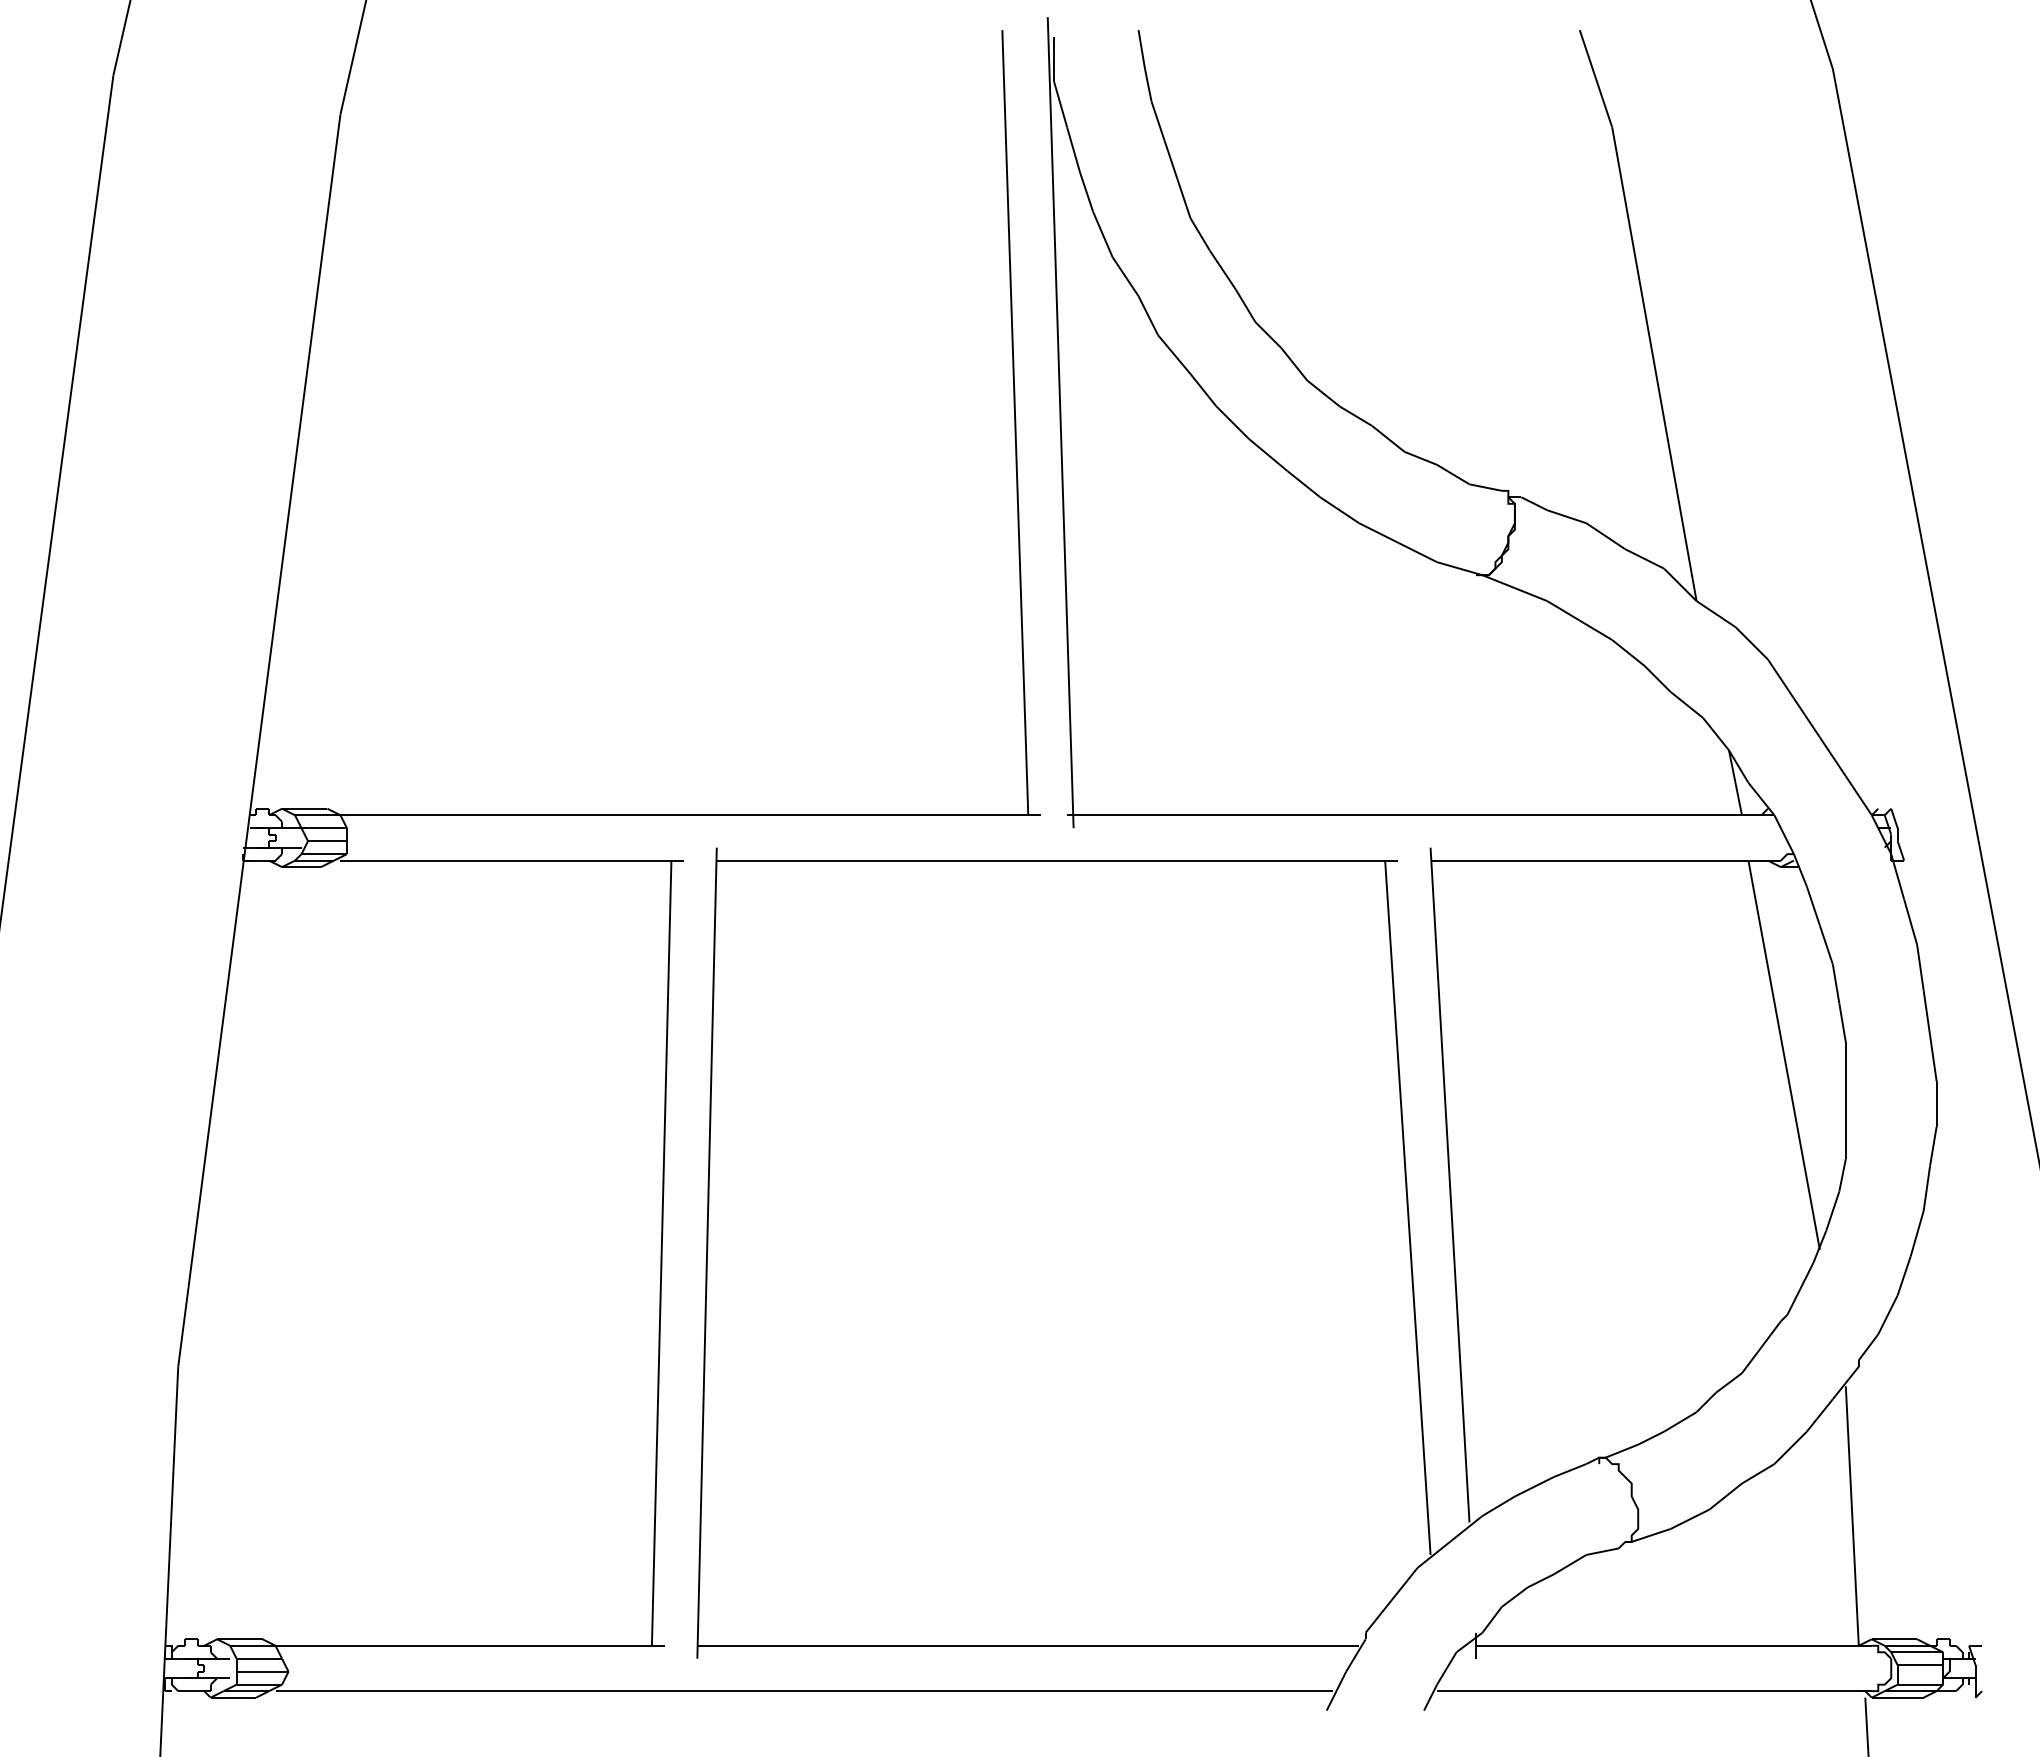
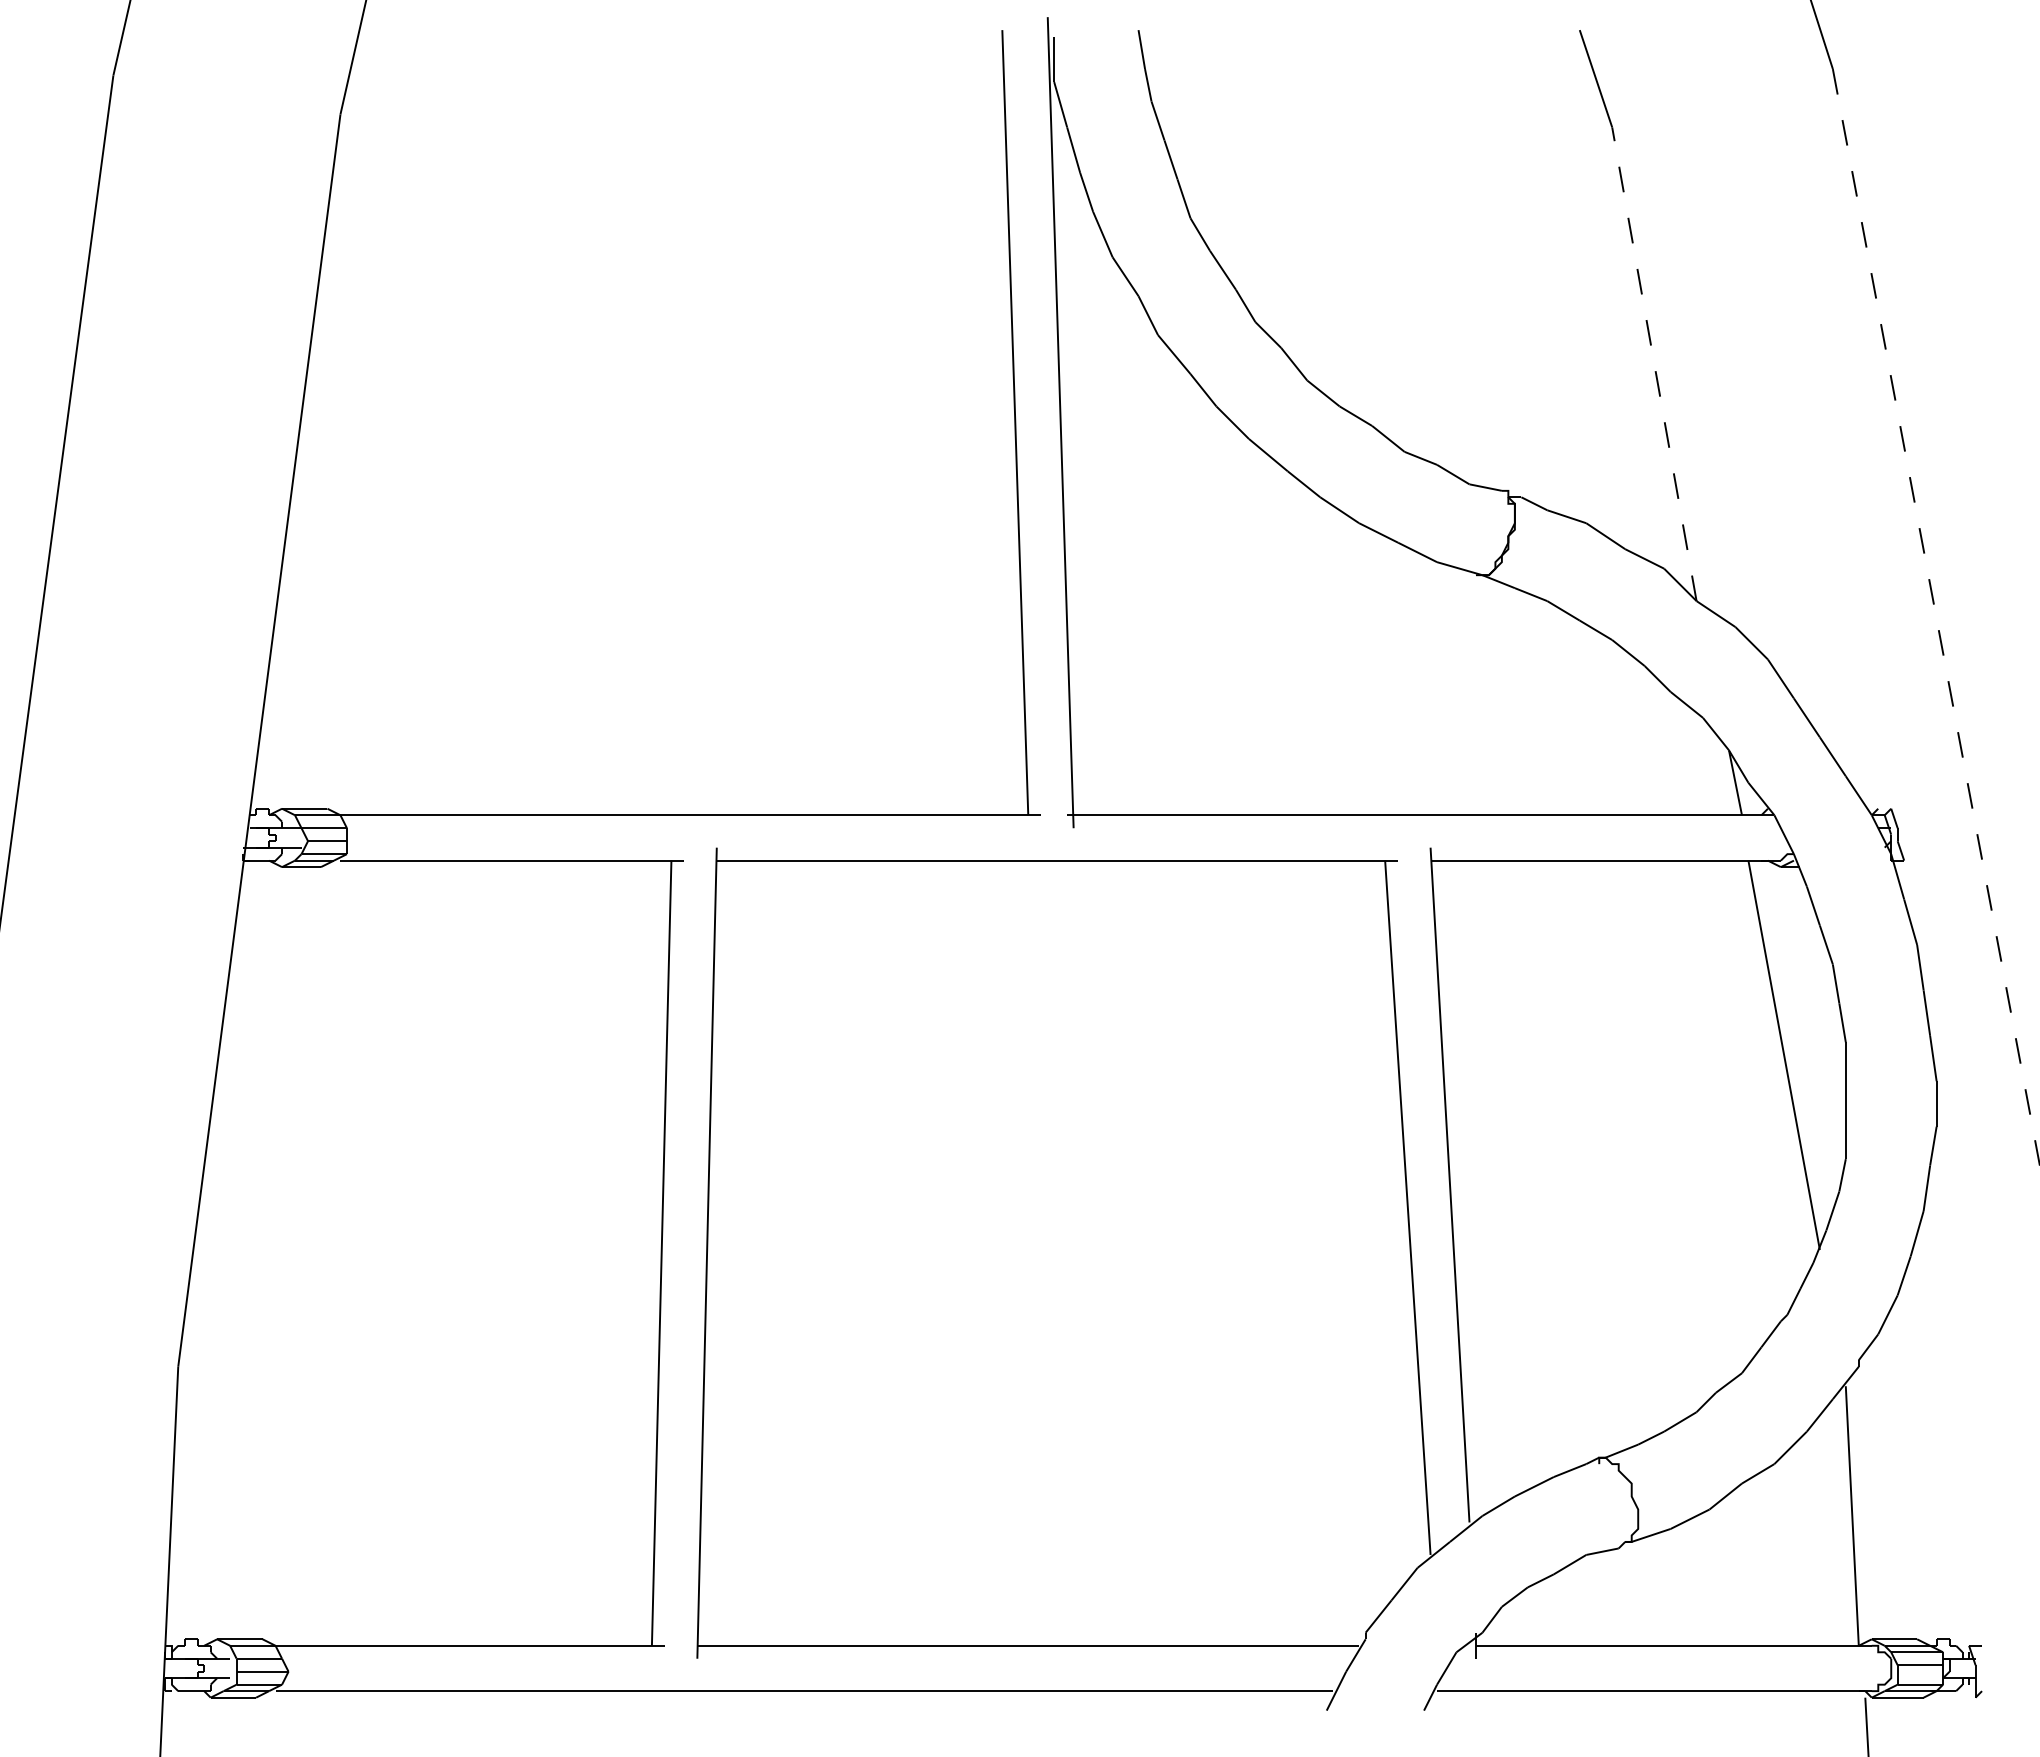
line at (1654, 364): solid -> dashed
line at (1936, 618): solid -> dashed
